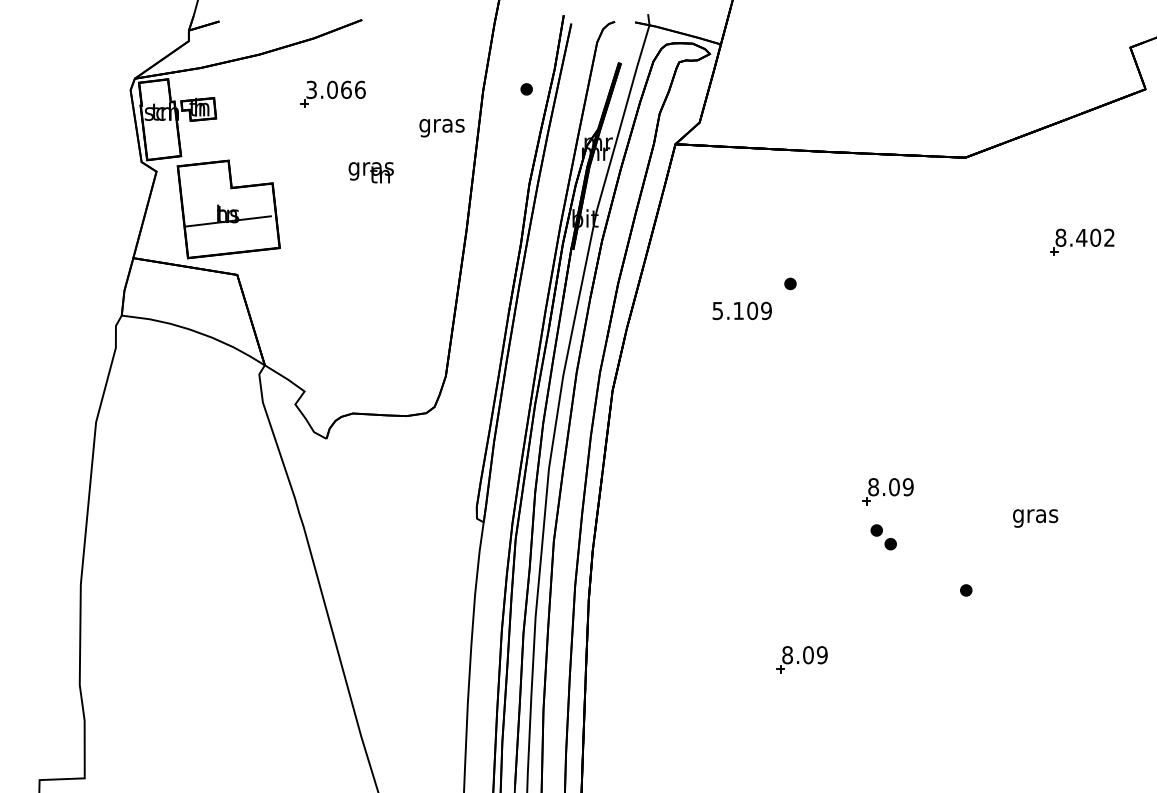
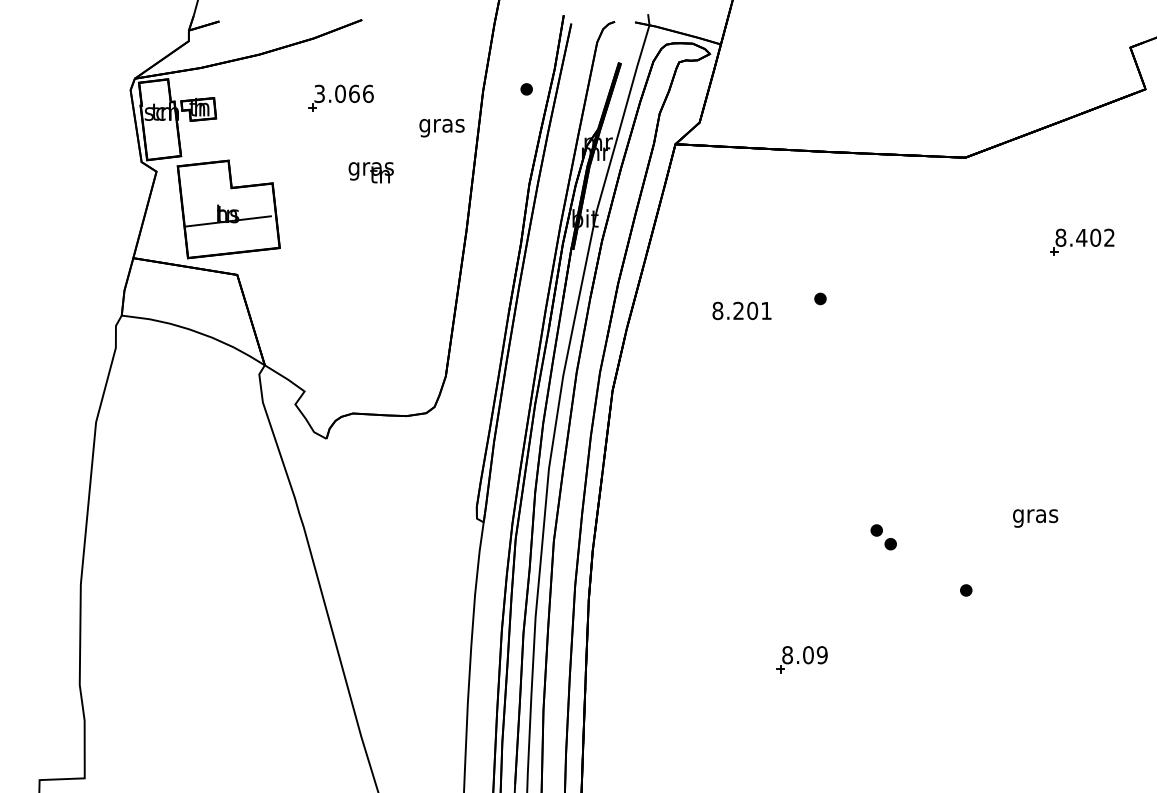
part at (332, 93) position: (332, 93) -> (340, 97)
part at (790, 283) position: (790, 283) -> (820, 298)
text at (741, 310): 5.109 -> 8.201
part at (887, 491): present -> none
